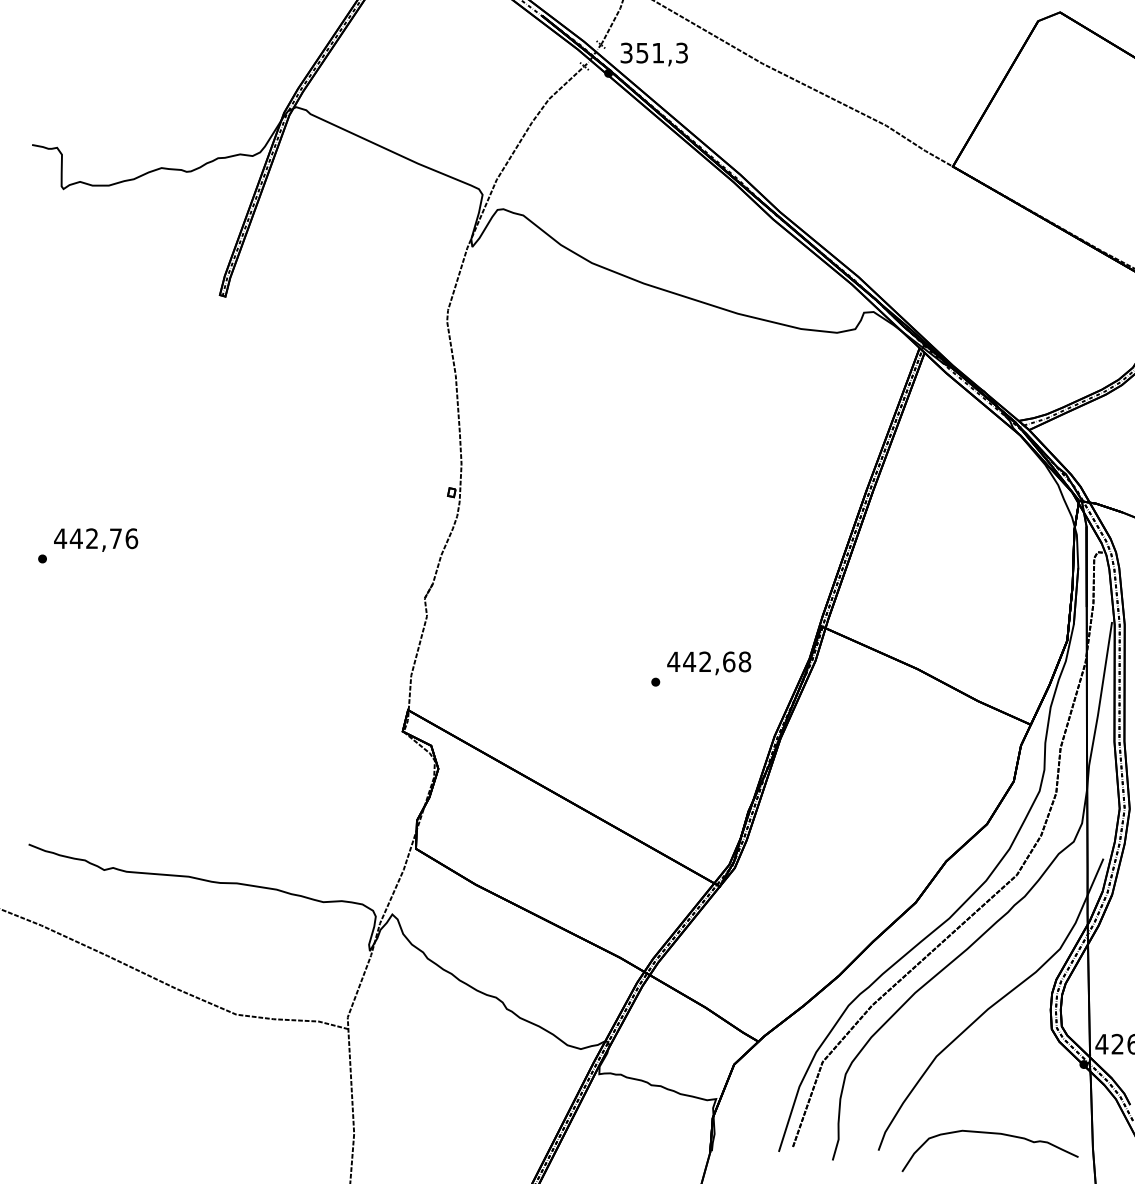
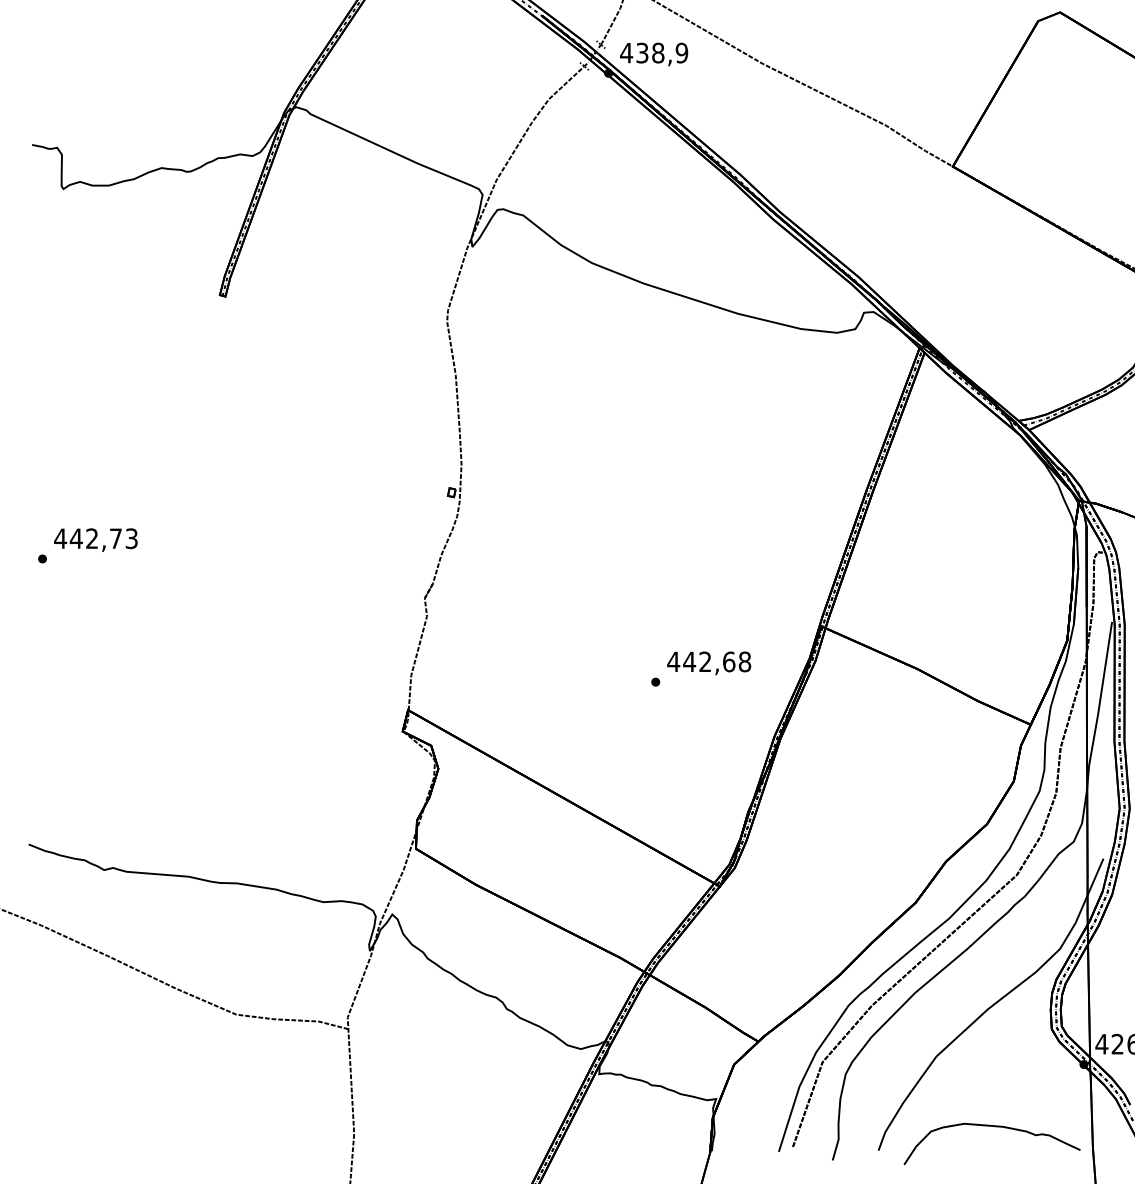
text at (654, 52): 351,3 -> 438,9
text at (131, 538): 442,76 -> 442,73
curve at (993, 1134) position: (993, 1134) -> (995, 1127)
